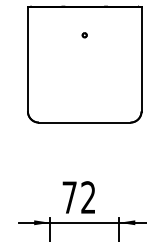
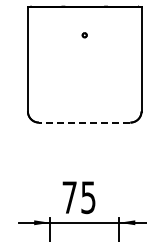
line at (84, 122): solid -> dashed
text at (88, 197): 72 -> 75
